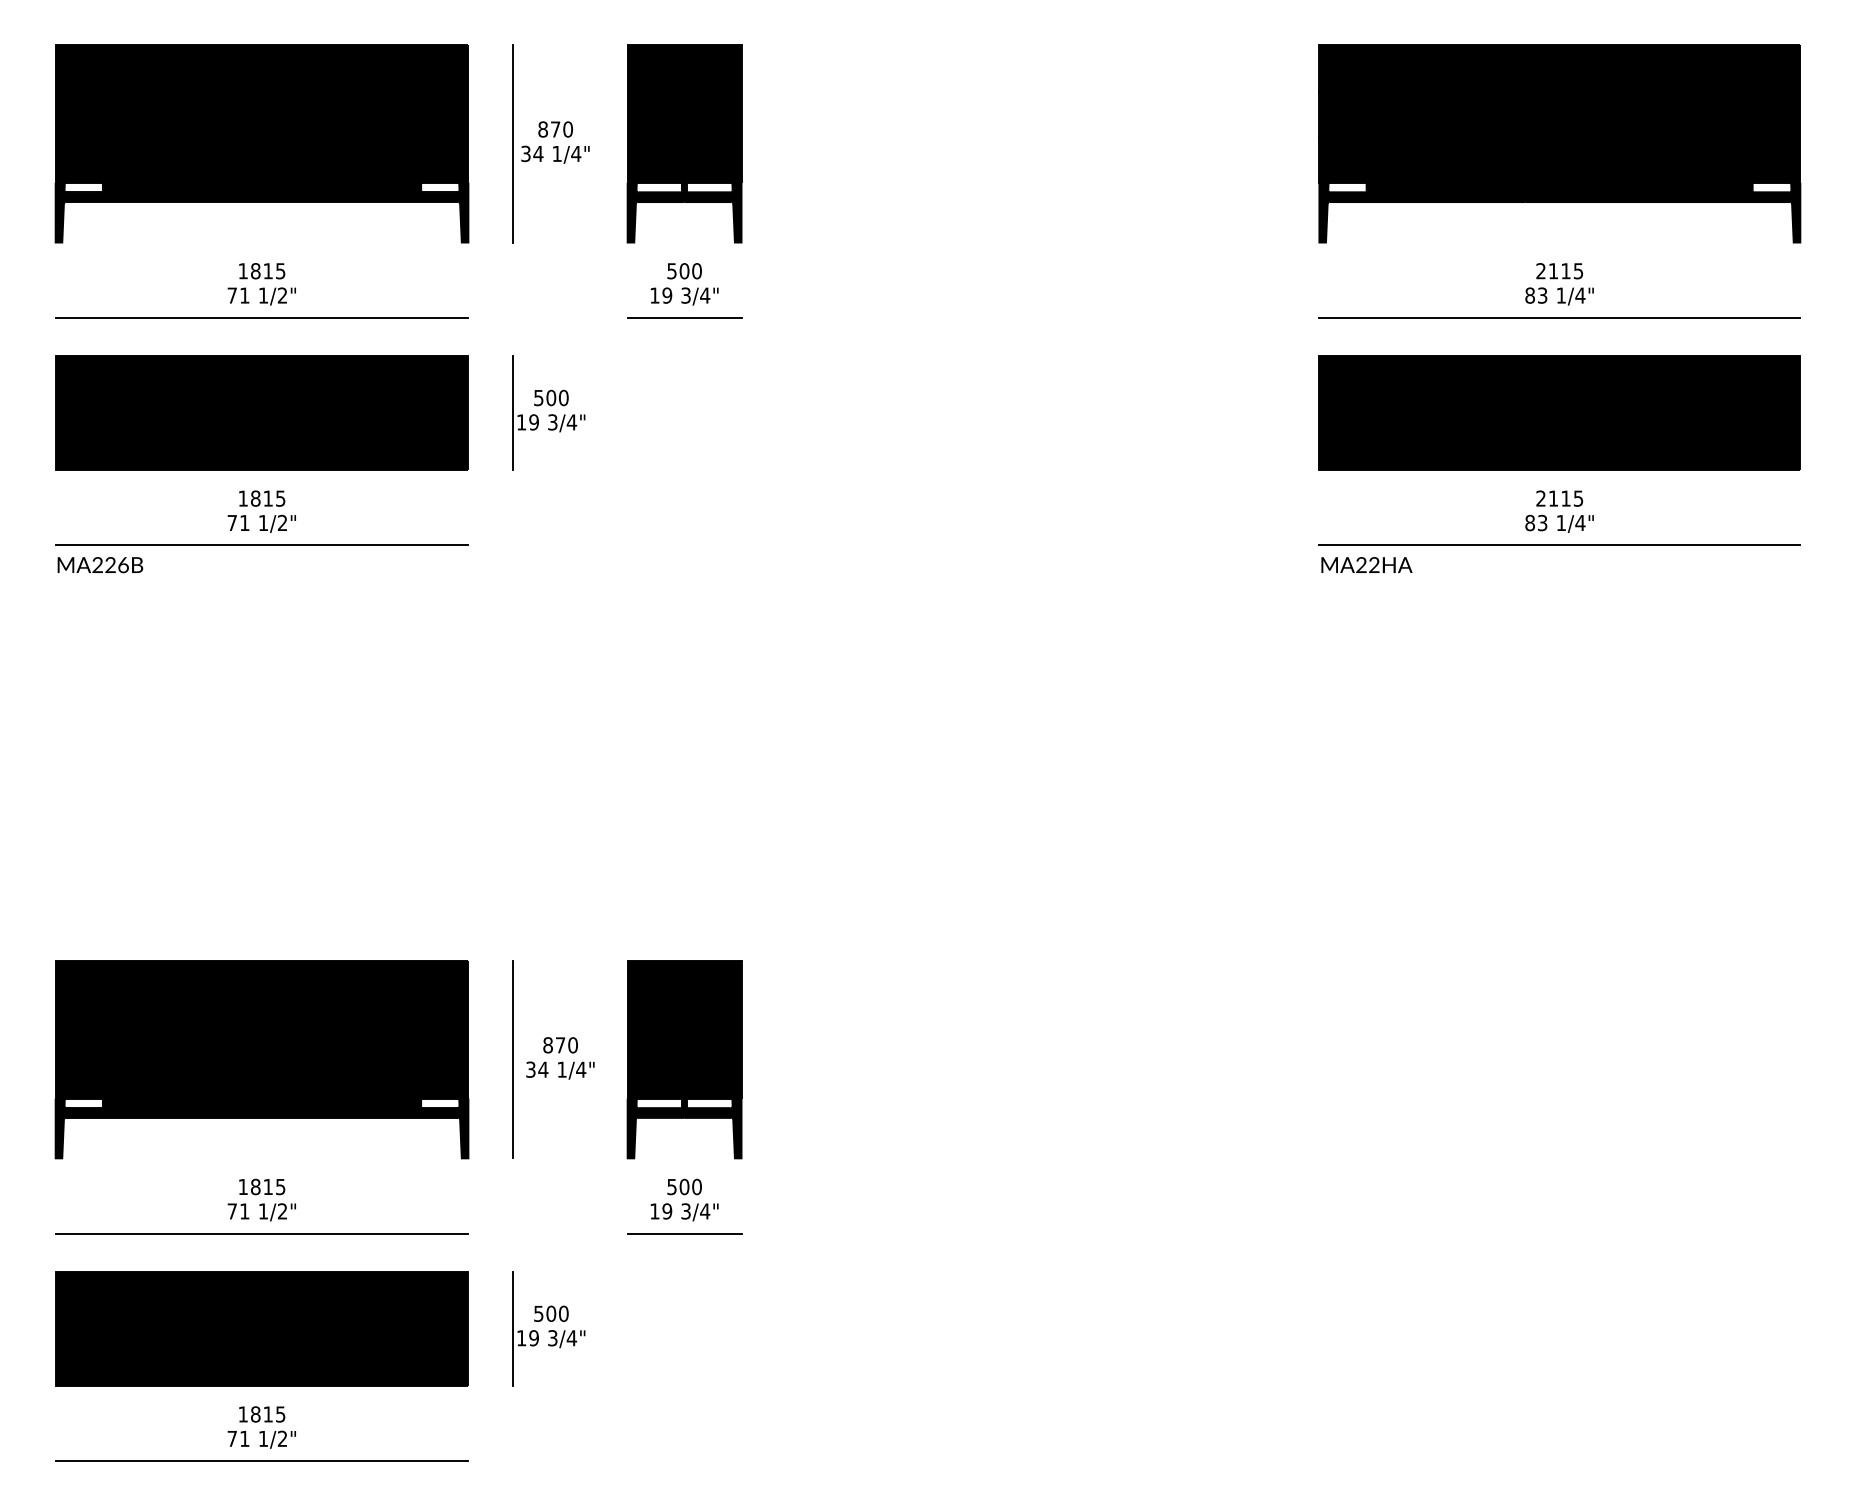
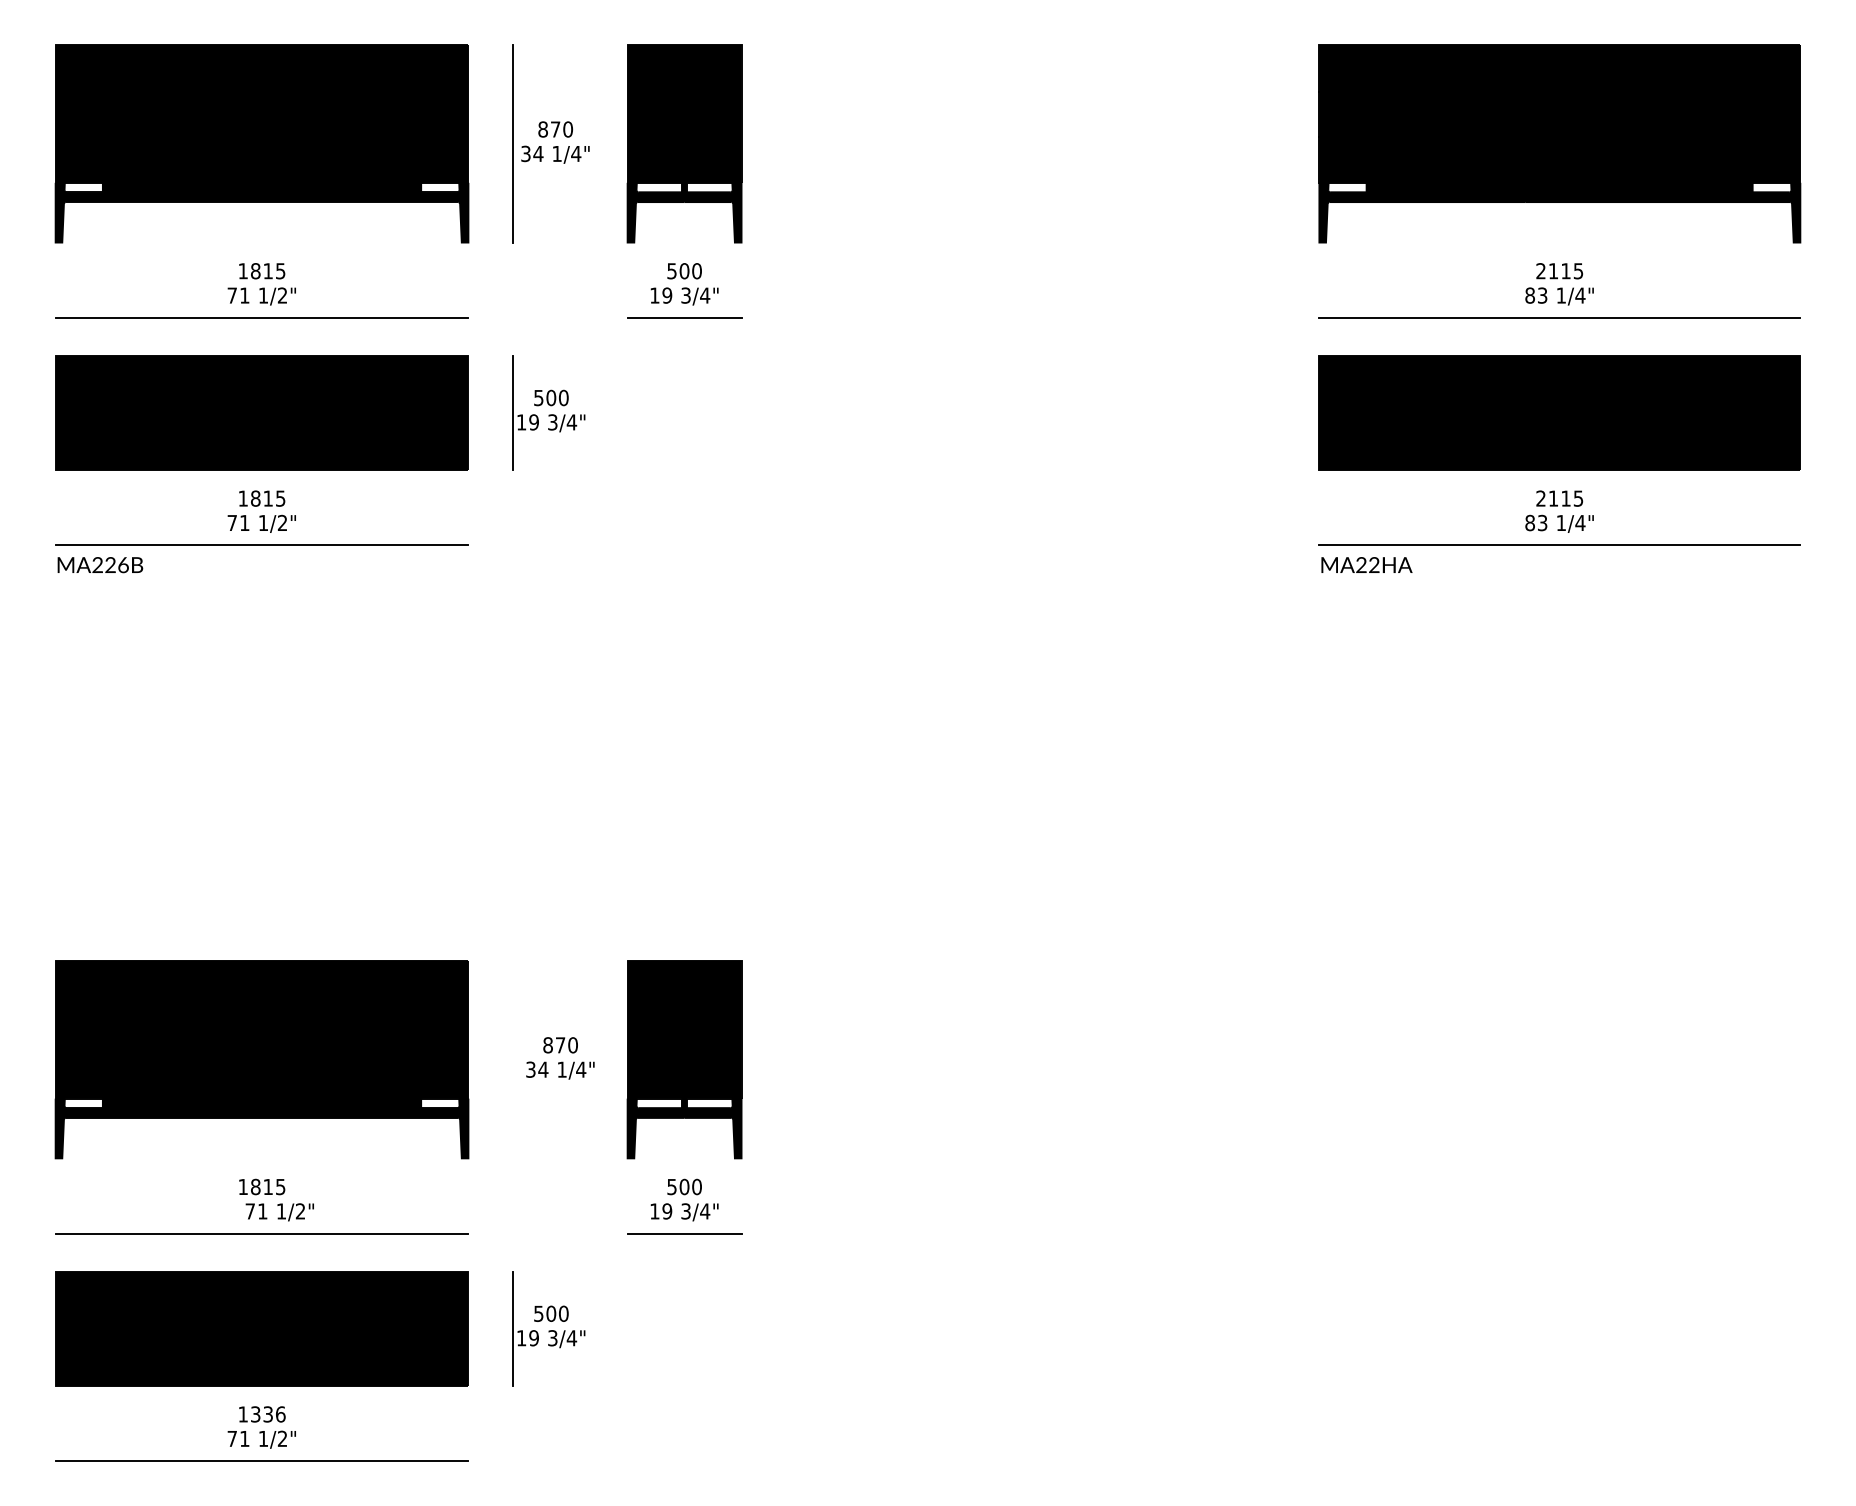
line at (512, 1059): present -> none
text at (261, 1212) position: (261, 1212) -> (279, 1212)
text at (268, 1414): 1815 -> 1336
